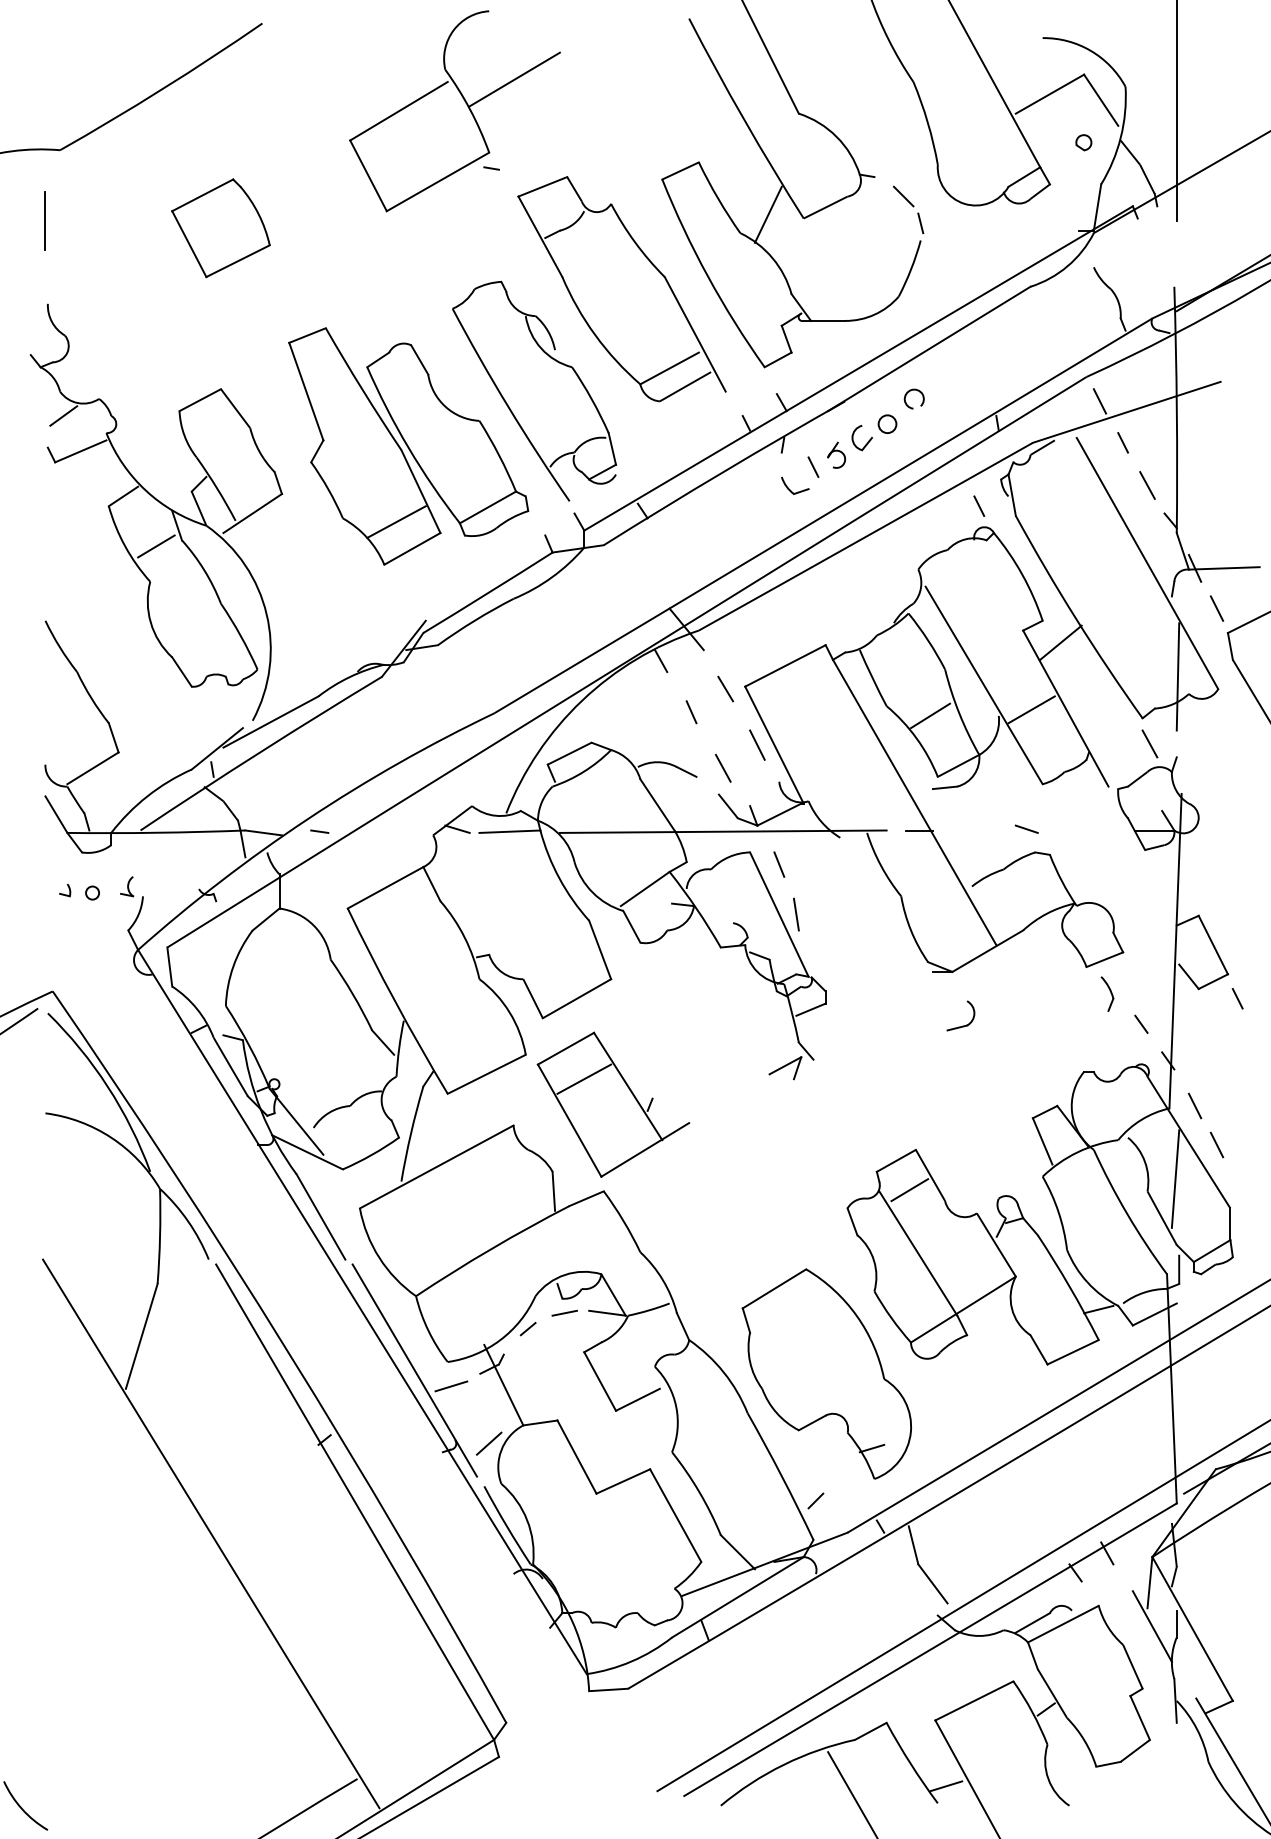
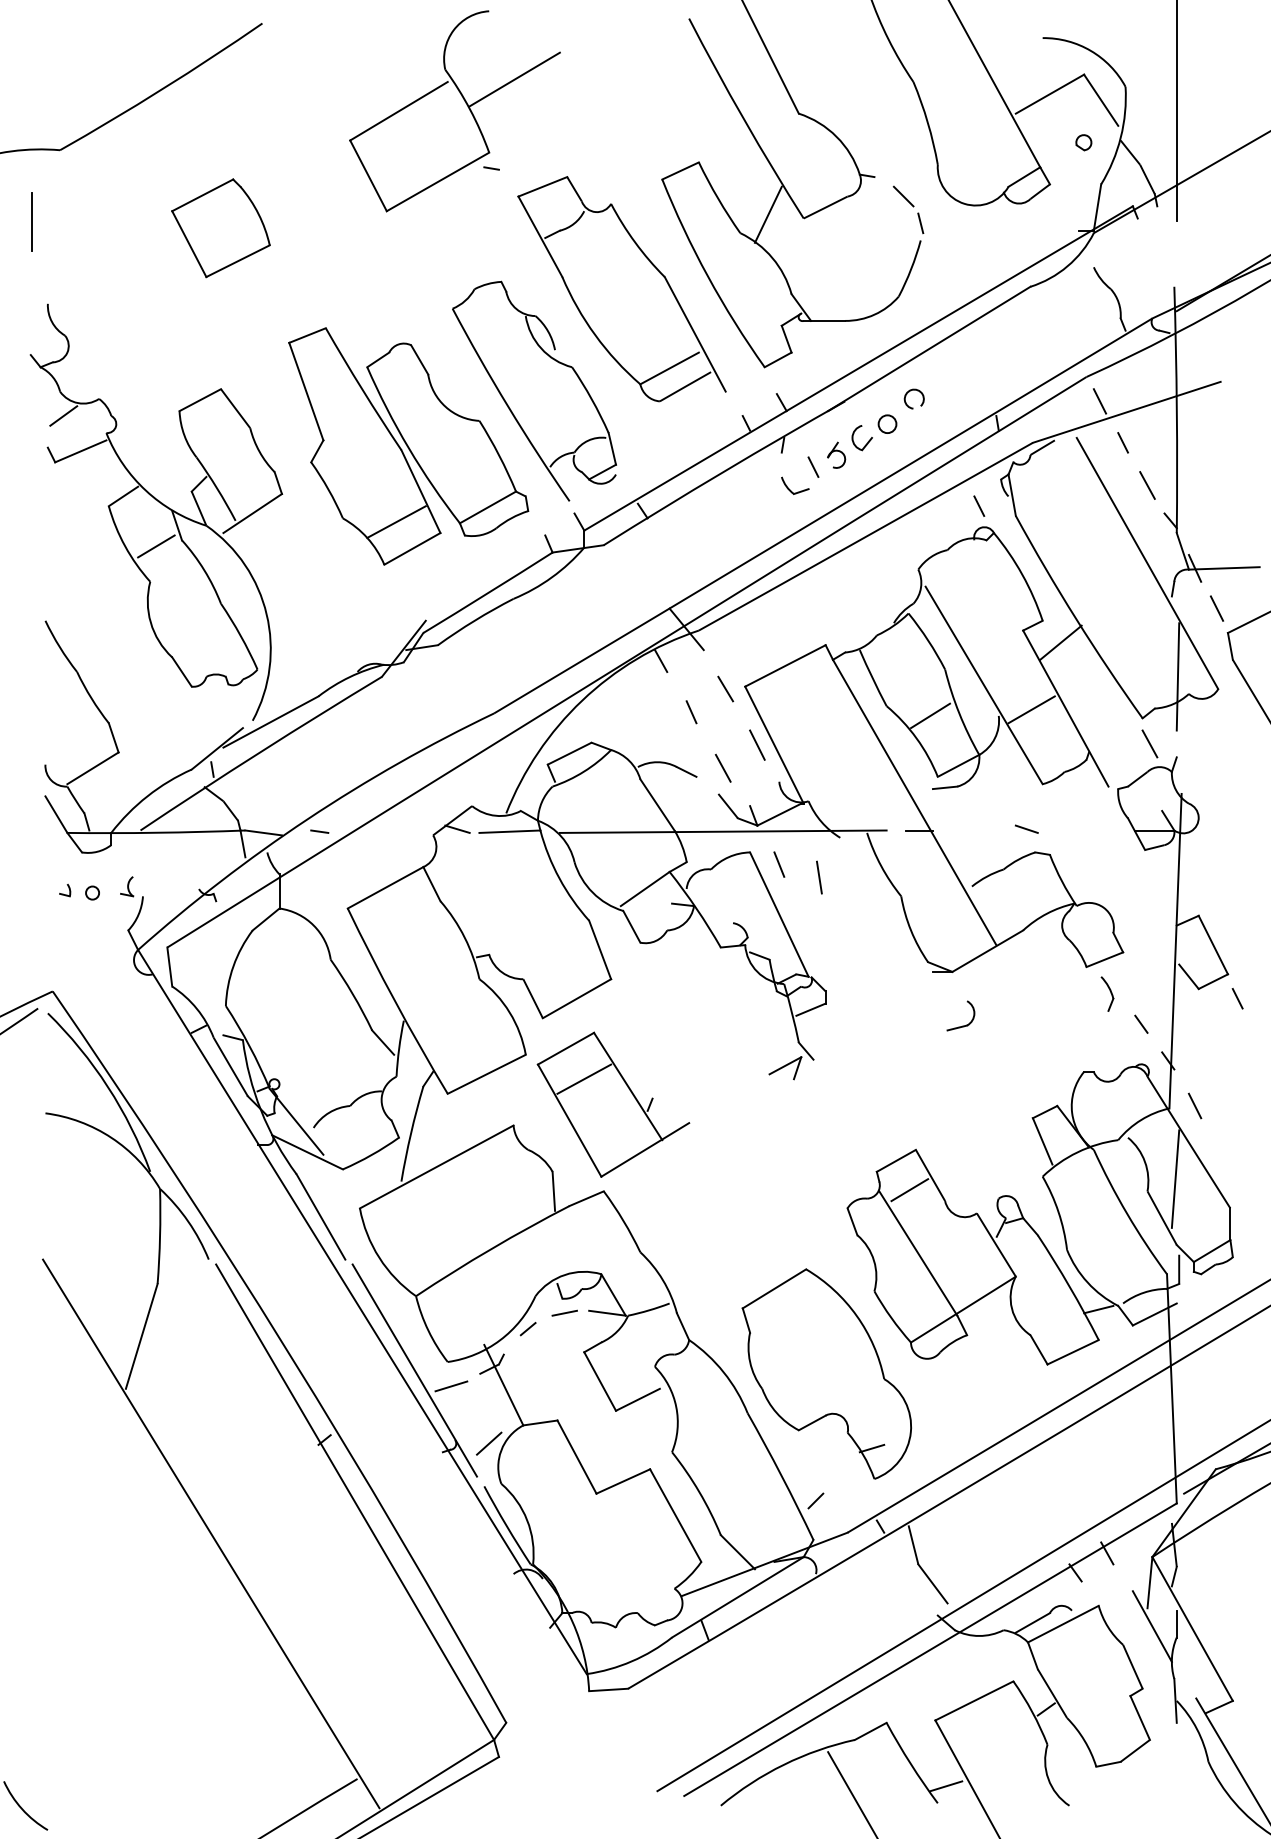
line at (44, 220) position: (44, 220) -> (31, 221)
line at (796, 914) position: (796, 914) -> (819, 877)
line at (1216, 1144): present -> none
